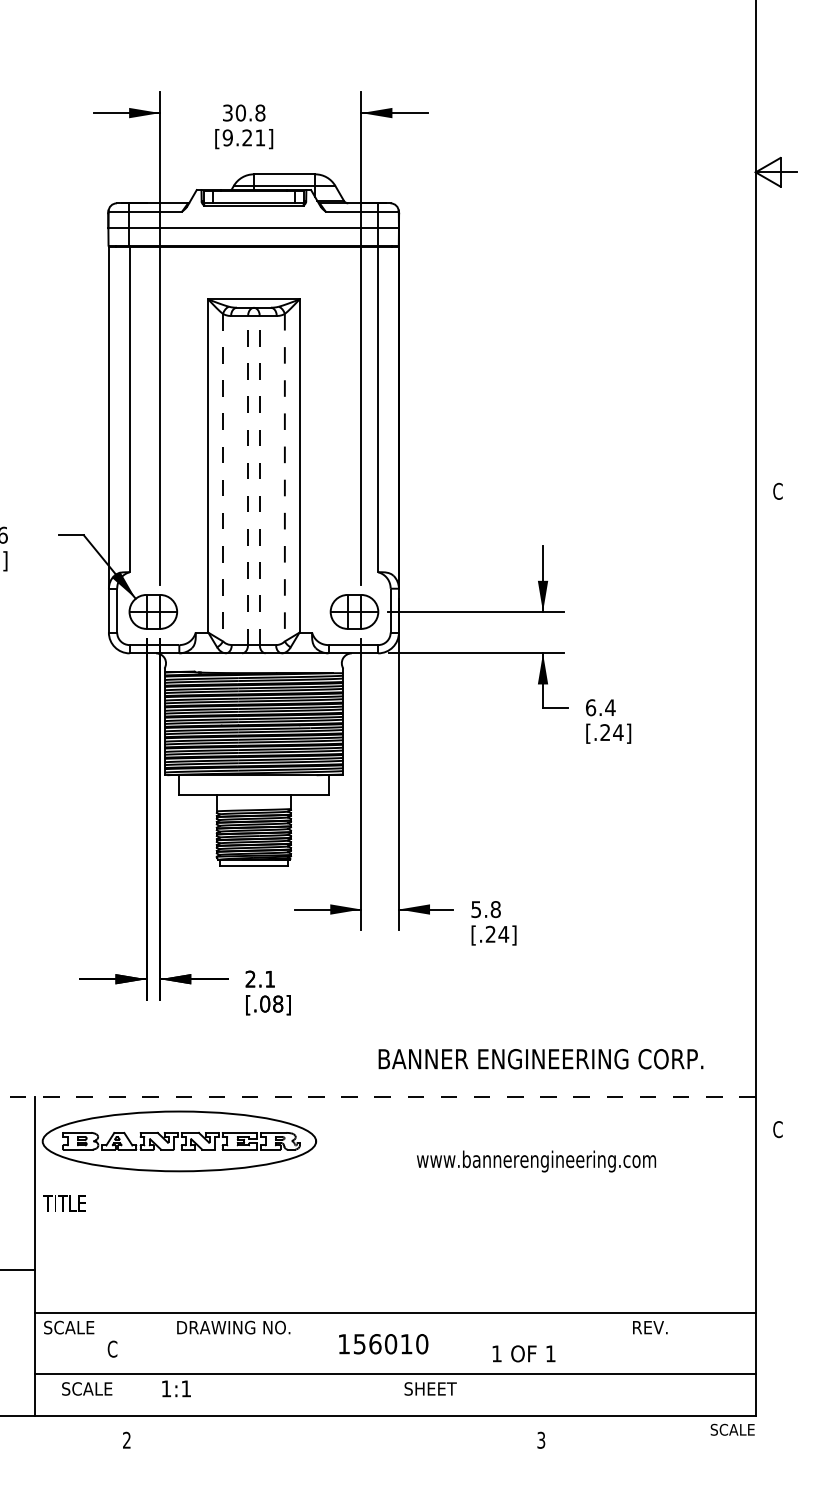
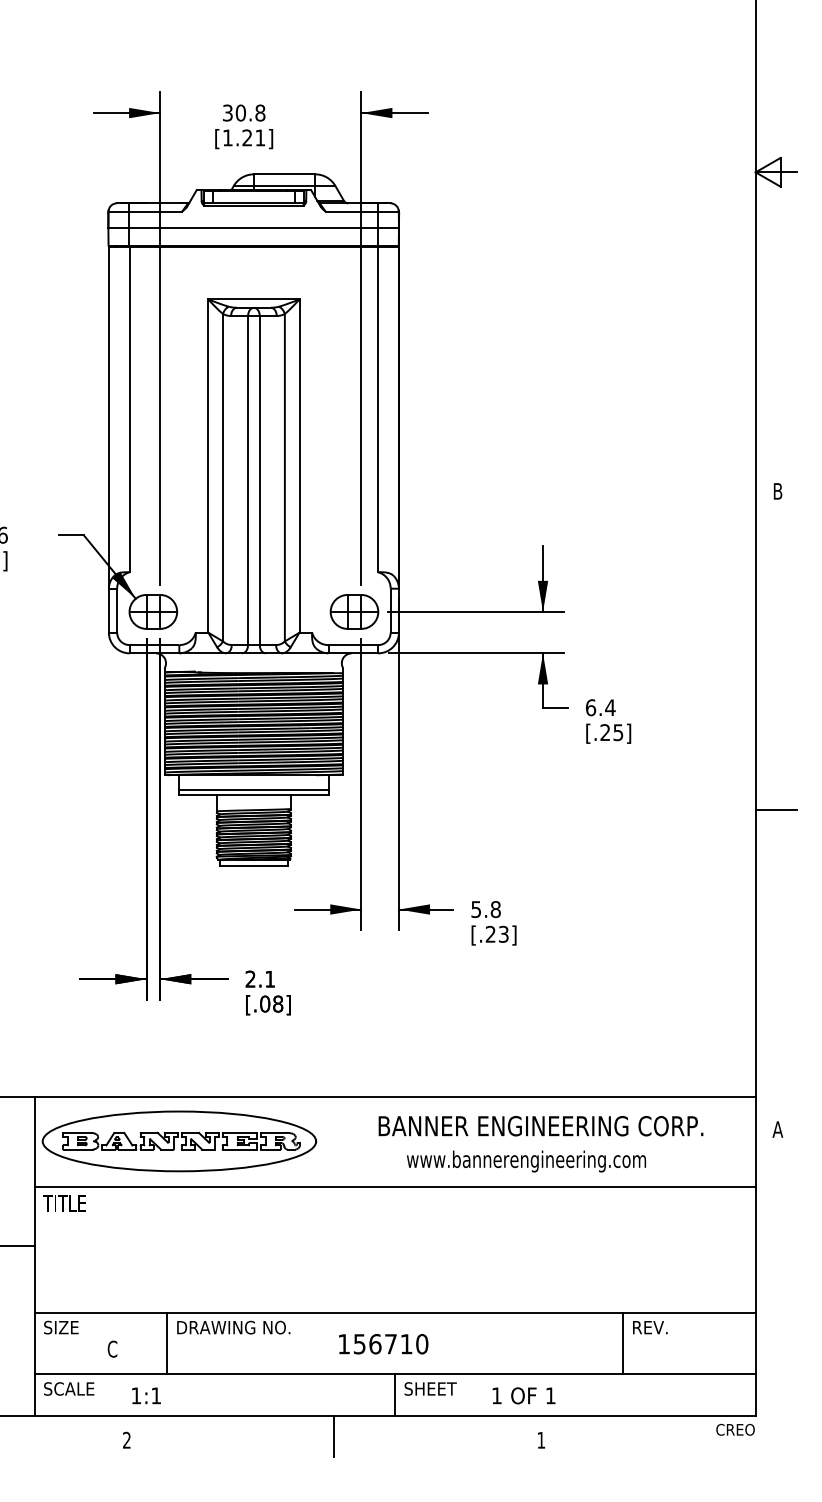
text at (227, 137): [9.21] -> [1.21]
line at (223, 477): dashed -> solid
line at (284, 477): dashed -> solid
line at (248, 480): dashed -> solid
line at (259, 480): dashed -> solid
text at (777, 490): C -> B
text at (618, 732): [.24] -> [.25]
line at (253, 790): none -> present
line at (776, 810): none -> present
text at (503, 933): [.24] -> [.23]
text at (540, 1059) position: (540, 1059) -> (540, 1126)
line at (377, 1097): dashed -> solid
text at (777, 1129): C -> A
text at (536, 1161) position: (536, 1161) -> (526, 1161)
line at (394, 1186): none -> present
line at (18, 1270) position: (18, 1270) -> (18, 1246)
text at (74, 1327): SCALE -> SIZE
line at (167, 1343): none -> present
line at (623, 1343): none -> present
text at (390, 1344): 156010 -> 156710
text at (523, 1353) position: (523, 1353) -> (523, 1395)
text at (87, 1388) position: (87, 1388) -> (69, 1388)
text at (176, 1388) position: (176, 1388) -> (146, 1395)
line at (395, 1394): none -> present
text at (732, 1429): SCALE -> CREO
line at (334, 1435): none -> present
text at (541, 1439): 3 -> 1
